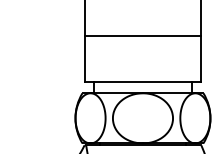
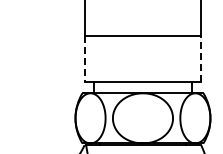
line at (84, 58): solid -> dashed
line at (201, 58): solid -> dashed
